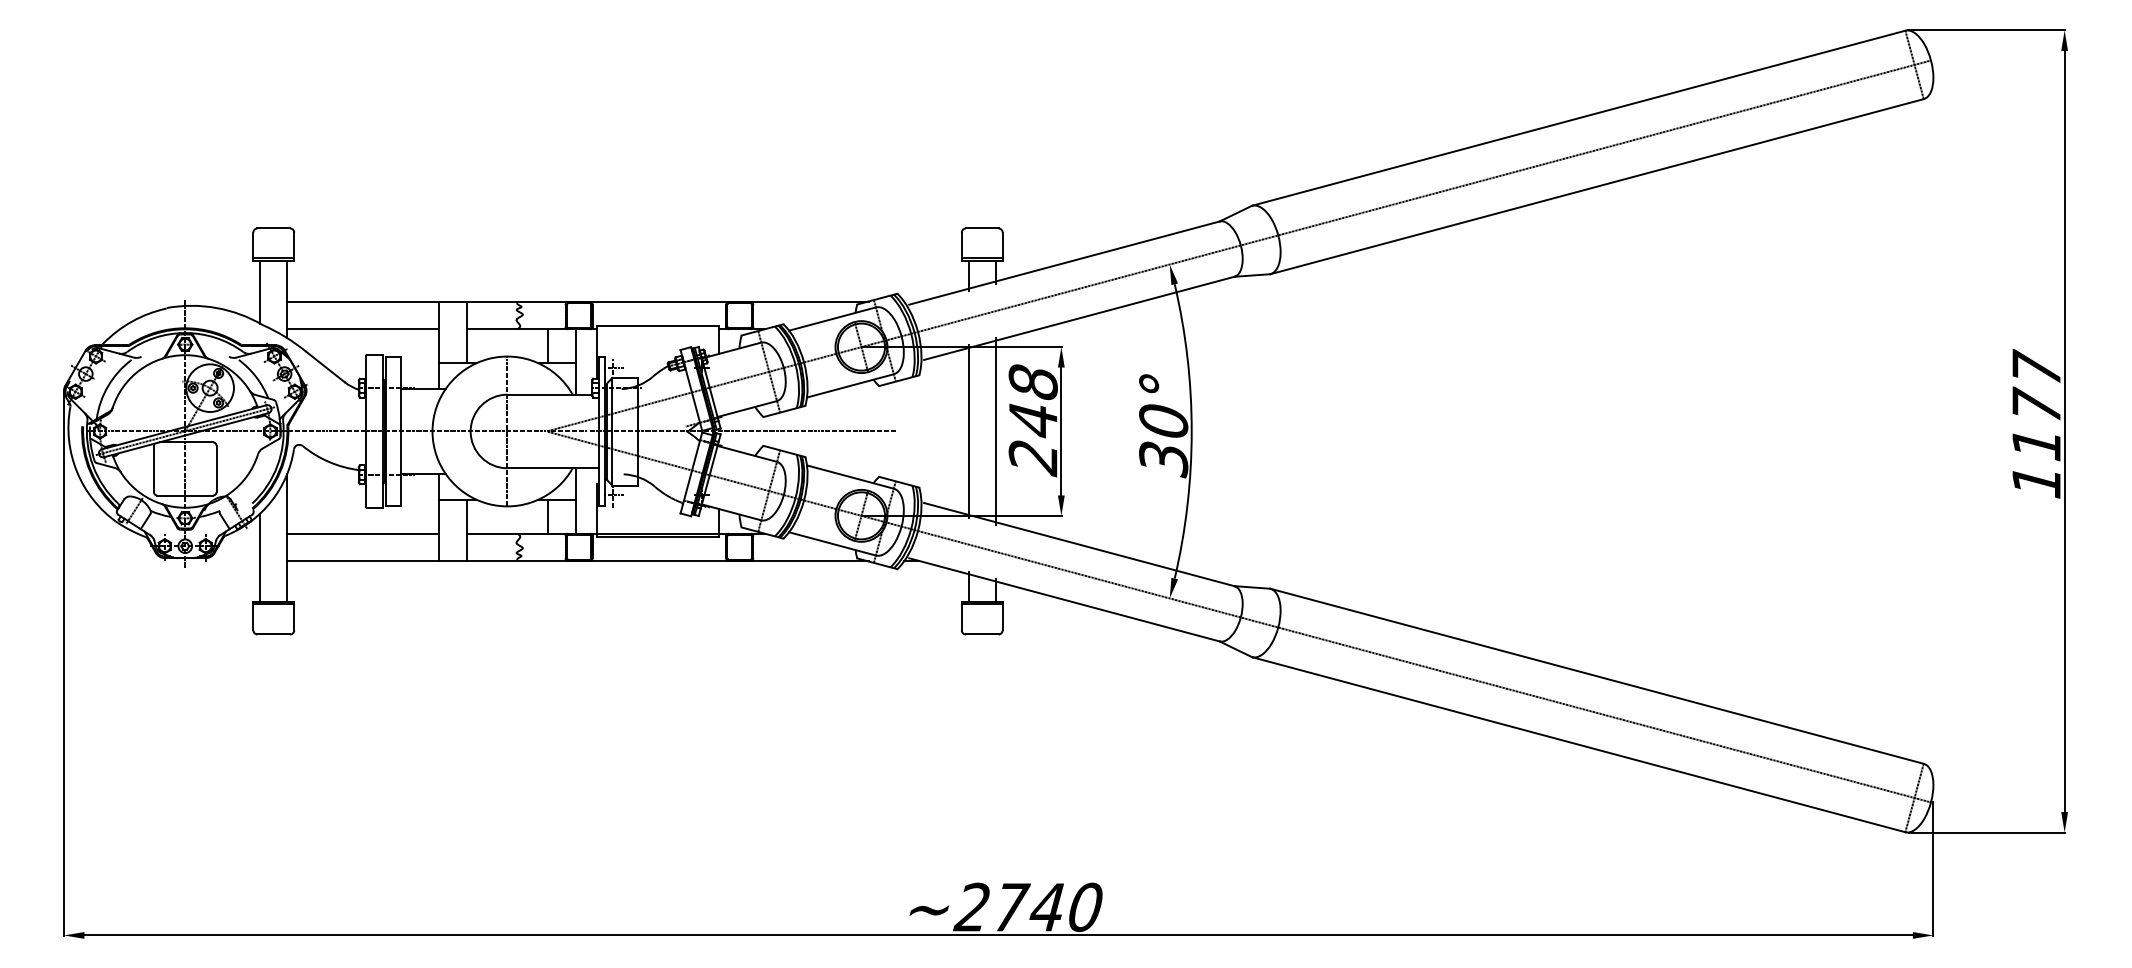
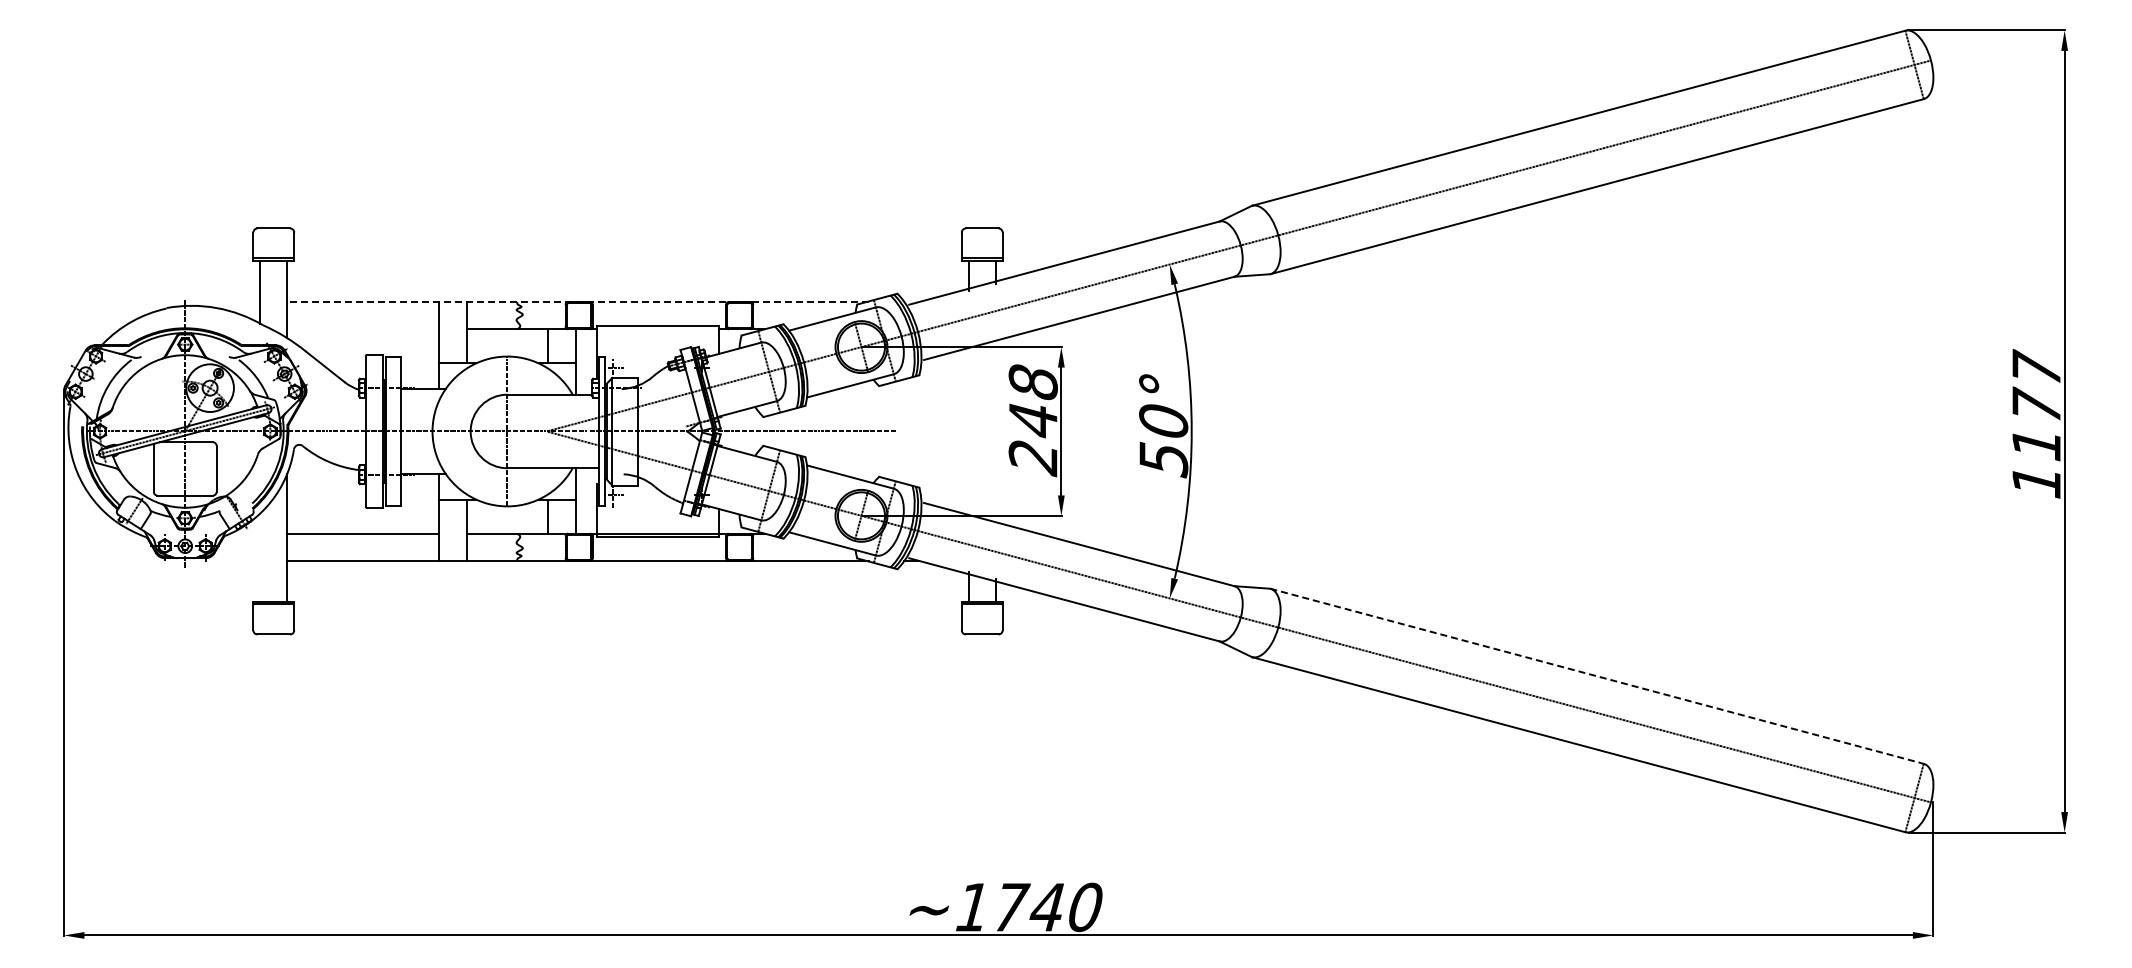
line at (578, 302): solid -> dashed
line at (363, 329): present -> none
line at (968, 431): present -> none
line at (995, 431): present -> none
text at (1163, 459): 30° -> 50°
line at (260, 557): present -> none
line at (1597, 676): solid -> dashed
text at (971, 906): ~2740 -> ~1740
